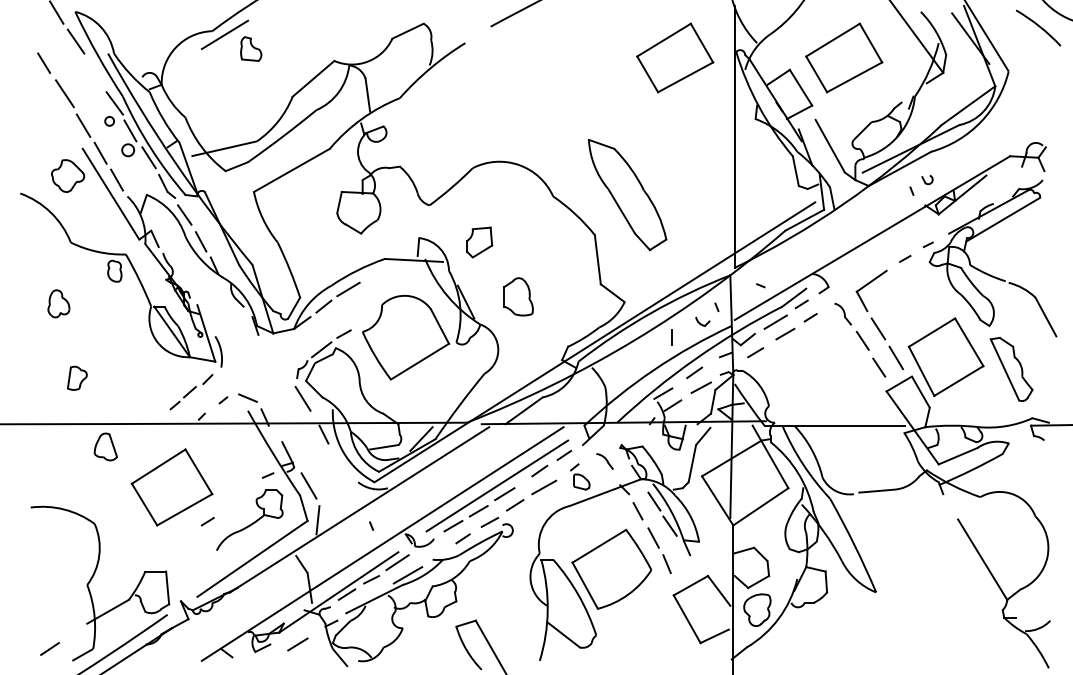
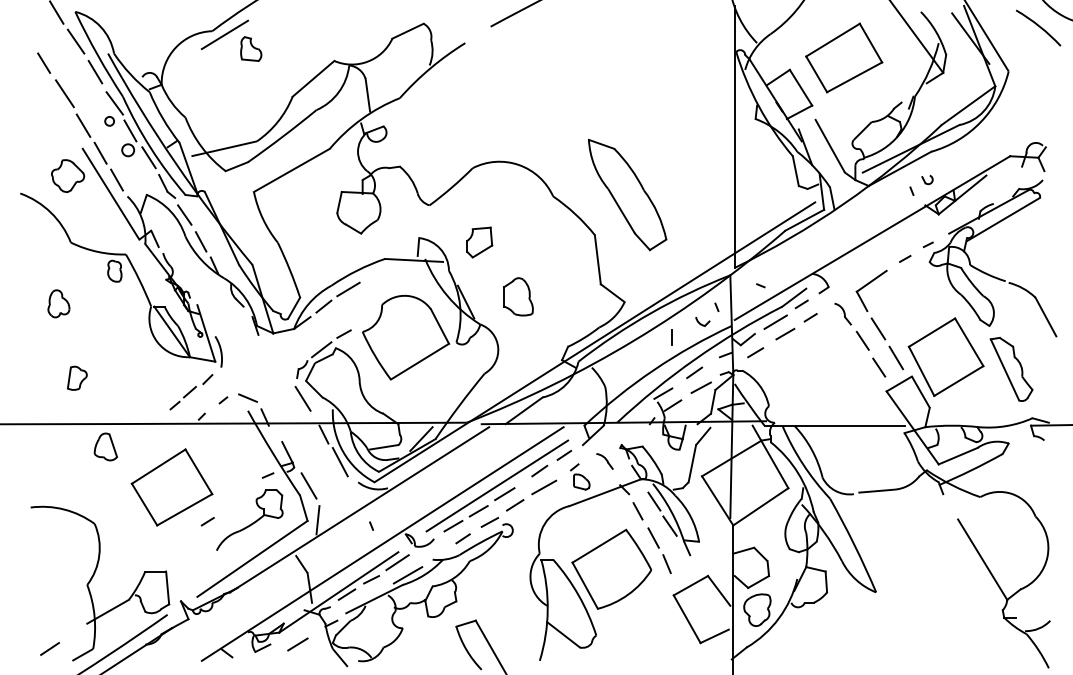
part at (675, 57): present -> none
line at (95, 71): none -> present
line at (339, 462): none -> present
